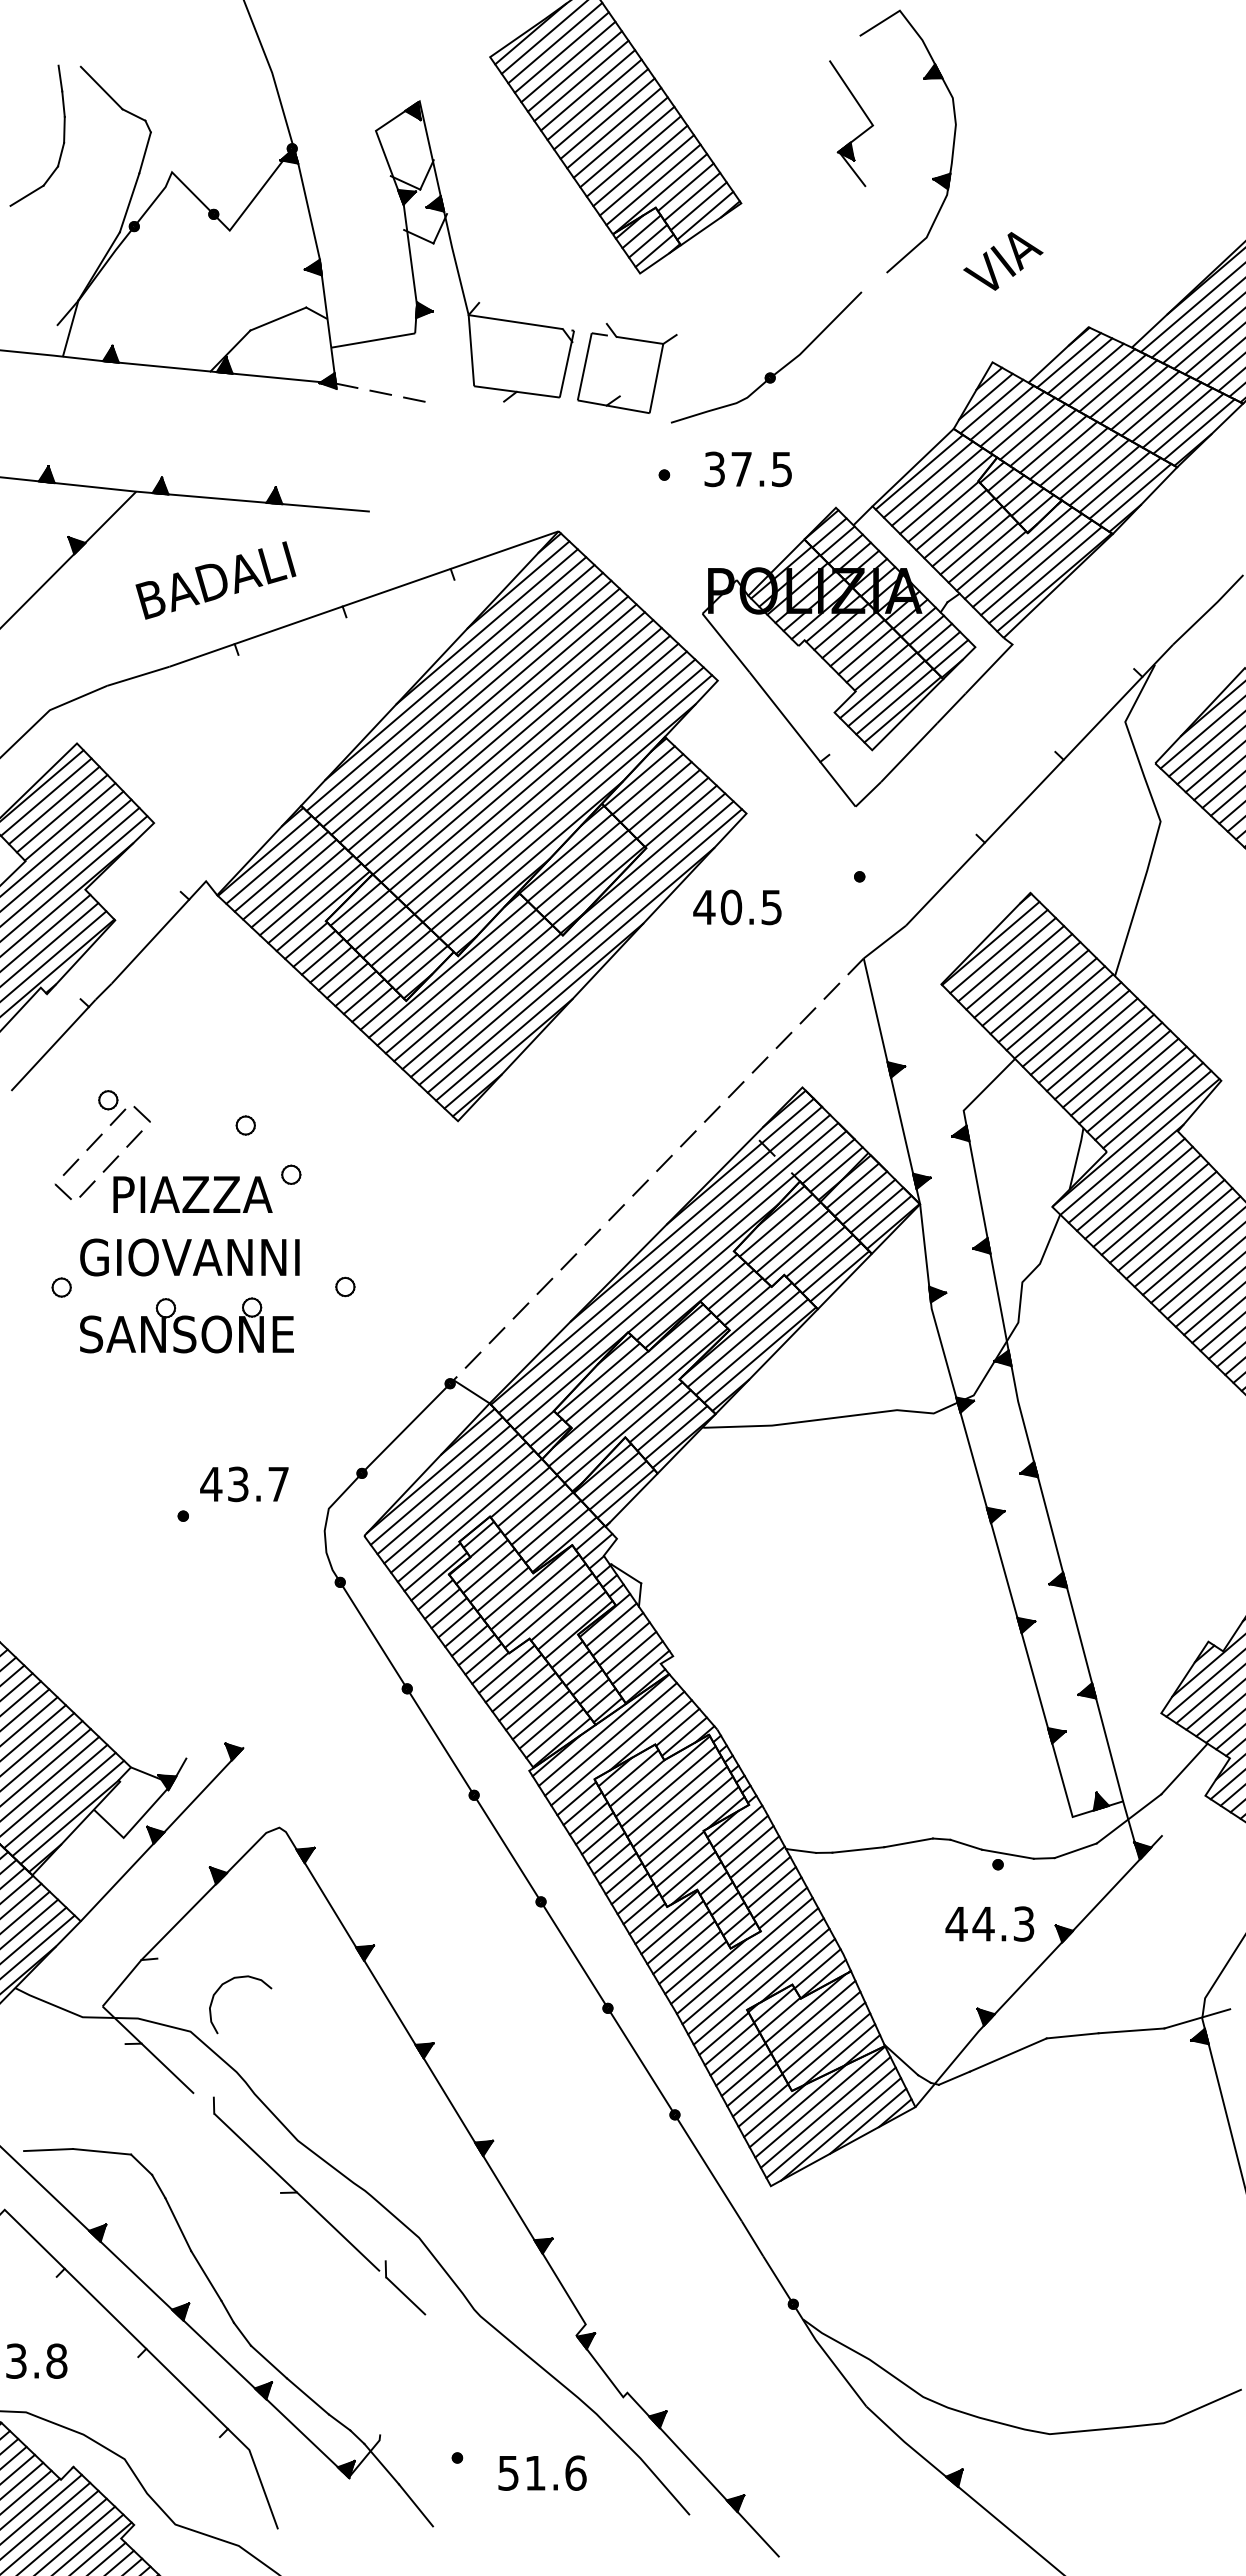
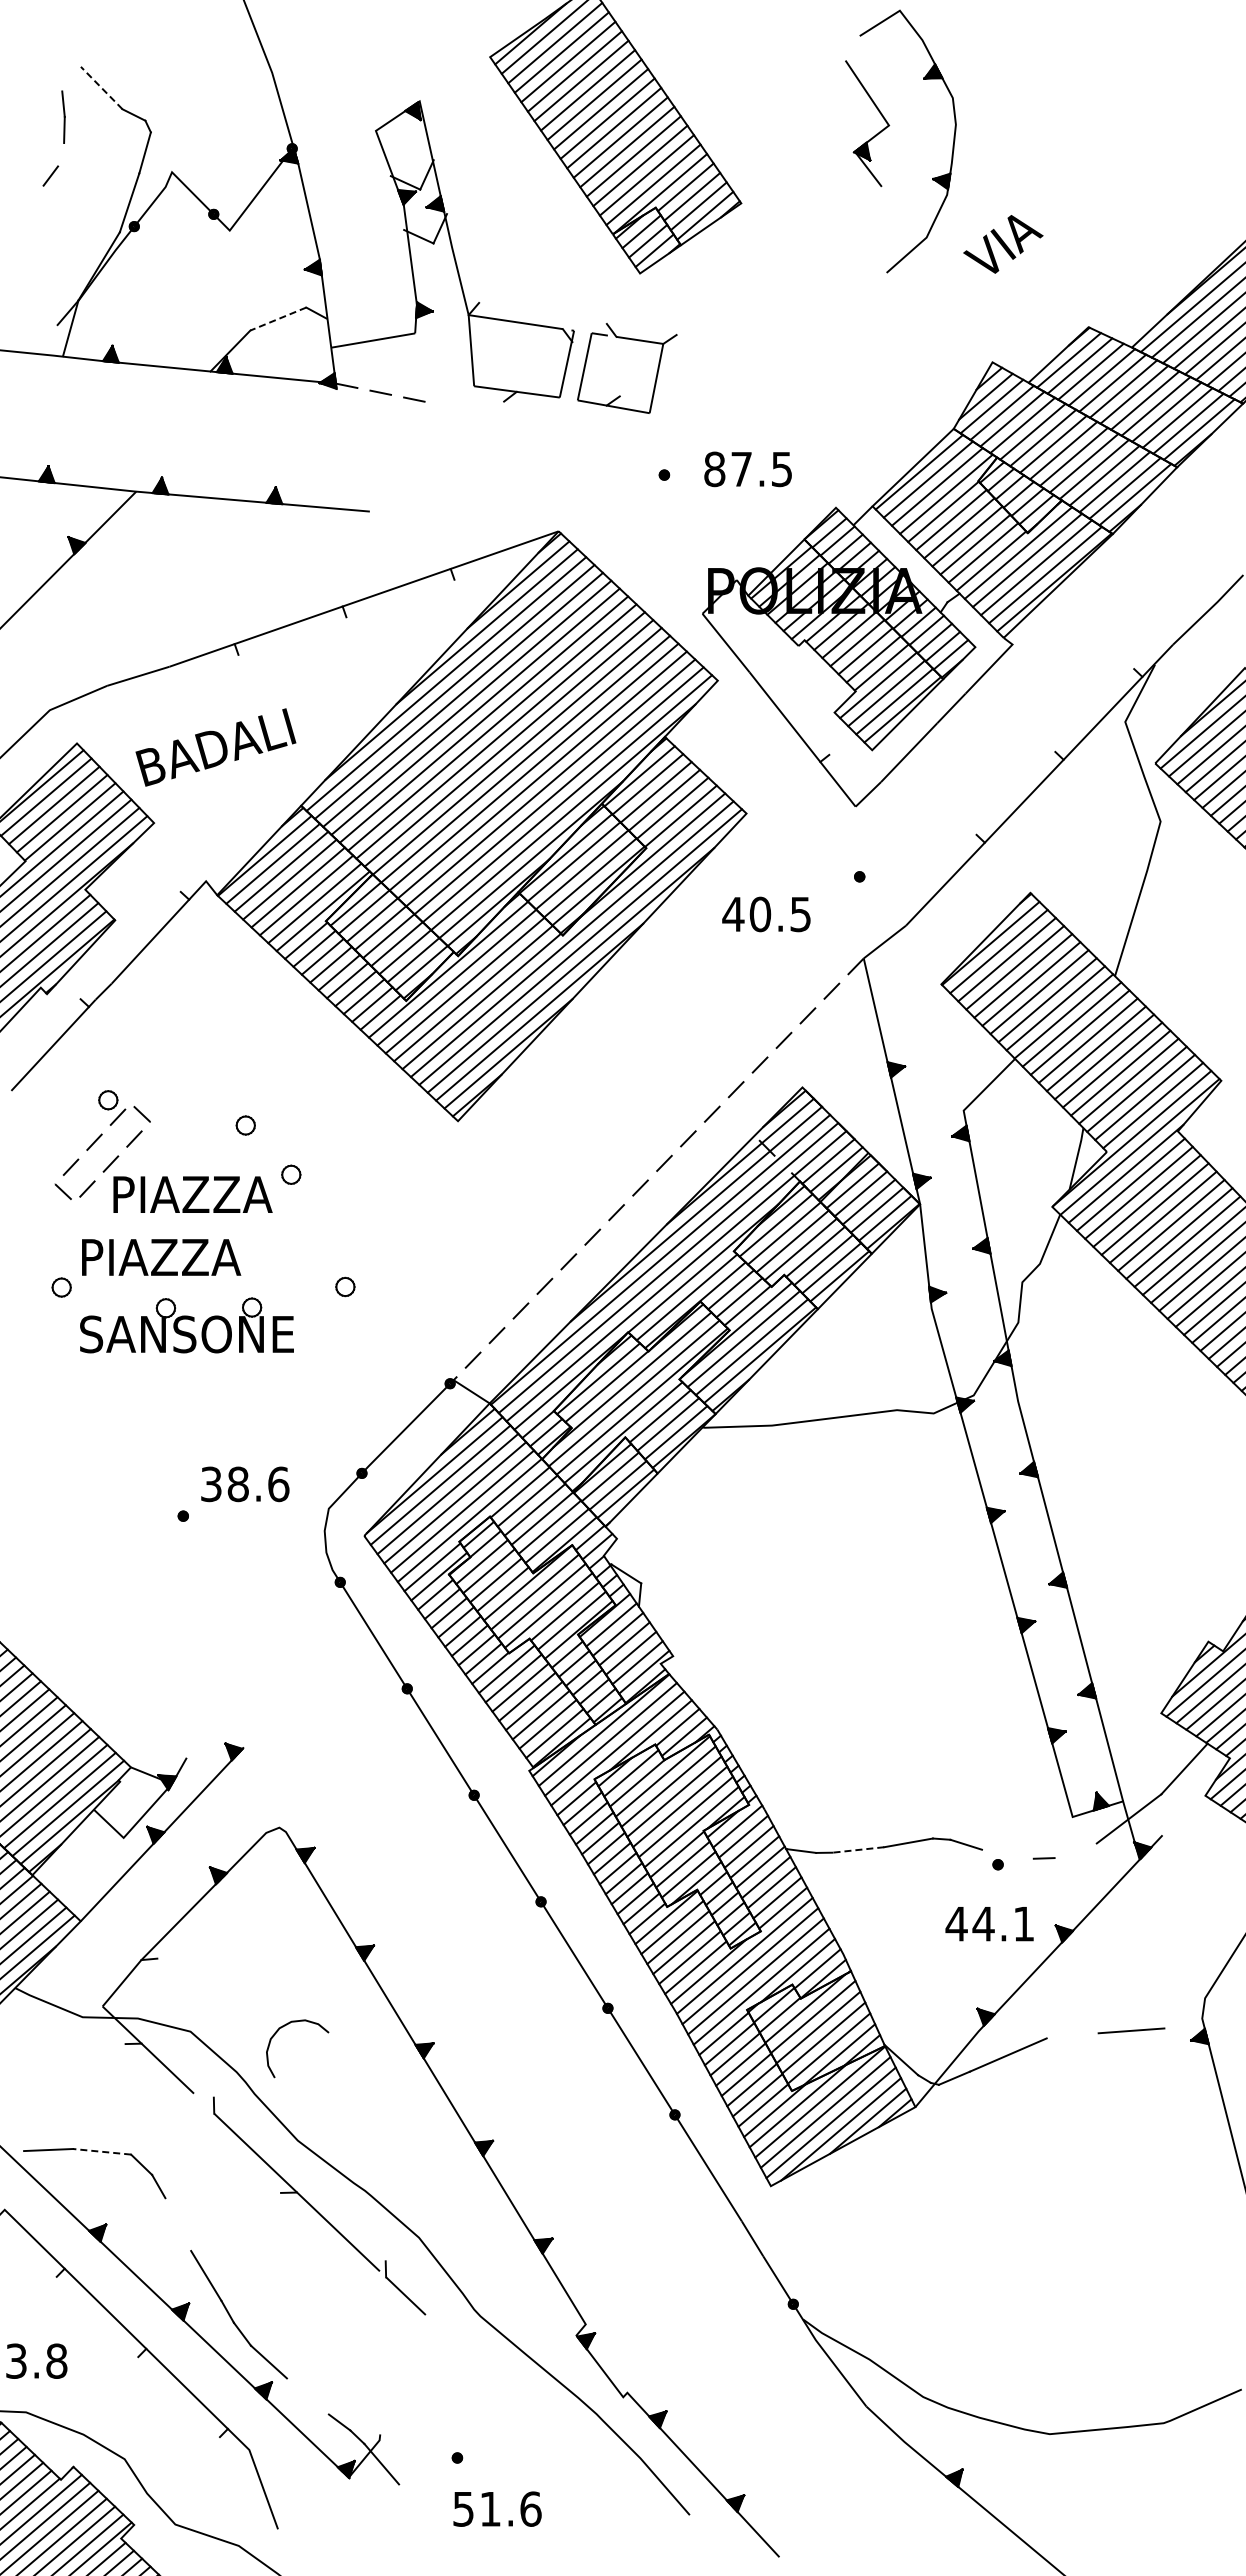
line at (60, 78): present -> none
line at (101, 88): solid -> dashed
part at (860, 133) position: (860, 133) -> (876, 133)
line at (61, 154): present -> none
line at (26, 195): present -> none
text at (1003, 261) position: (1003, 261) -> (1003, 244)
line at (277, 319): solid -> dashed
part at (768, 372): present -> none
text at (714, 469): 37.5 -> 87.5
text at (215, 580) position: (215, 580) -> (215, 747)
text at (737, 907) position: (737, 907) -> (766, 914)
text at (189, 1257): GIOVANNI -> PIAZZA
text at (244, 1484): 43.7 -> 38.6
line at (857, 1850): solid -> dashed
line at (1075, 1850): present -> none
line at (1007, 1853): present -> none
text at (1023, 1923): 44.3 -> 44.1
curve at (228, 1982) position: (228, 1982) -> (285, 2026)
line at (1197, 2018): present -> none
line at (1072, 2035): present -> none
line at (101, 2151): solid -> dashed
line at (178, 2224): present -> none
line at (307, 2396): present -> none
text at (542, 2472) position: (542, 2472) -> (497, 2508)
line at (416, 2505): present -> none
